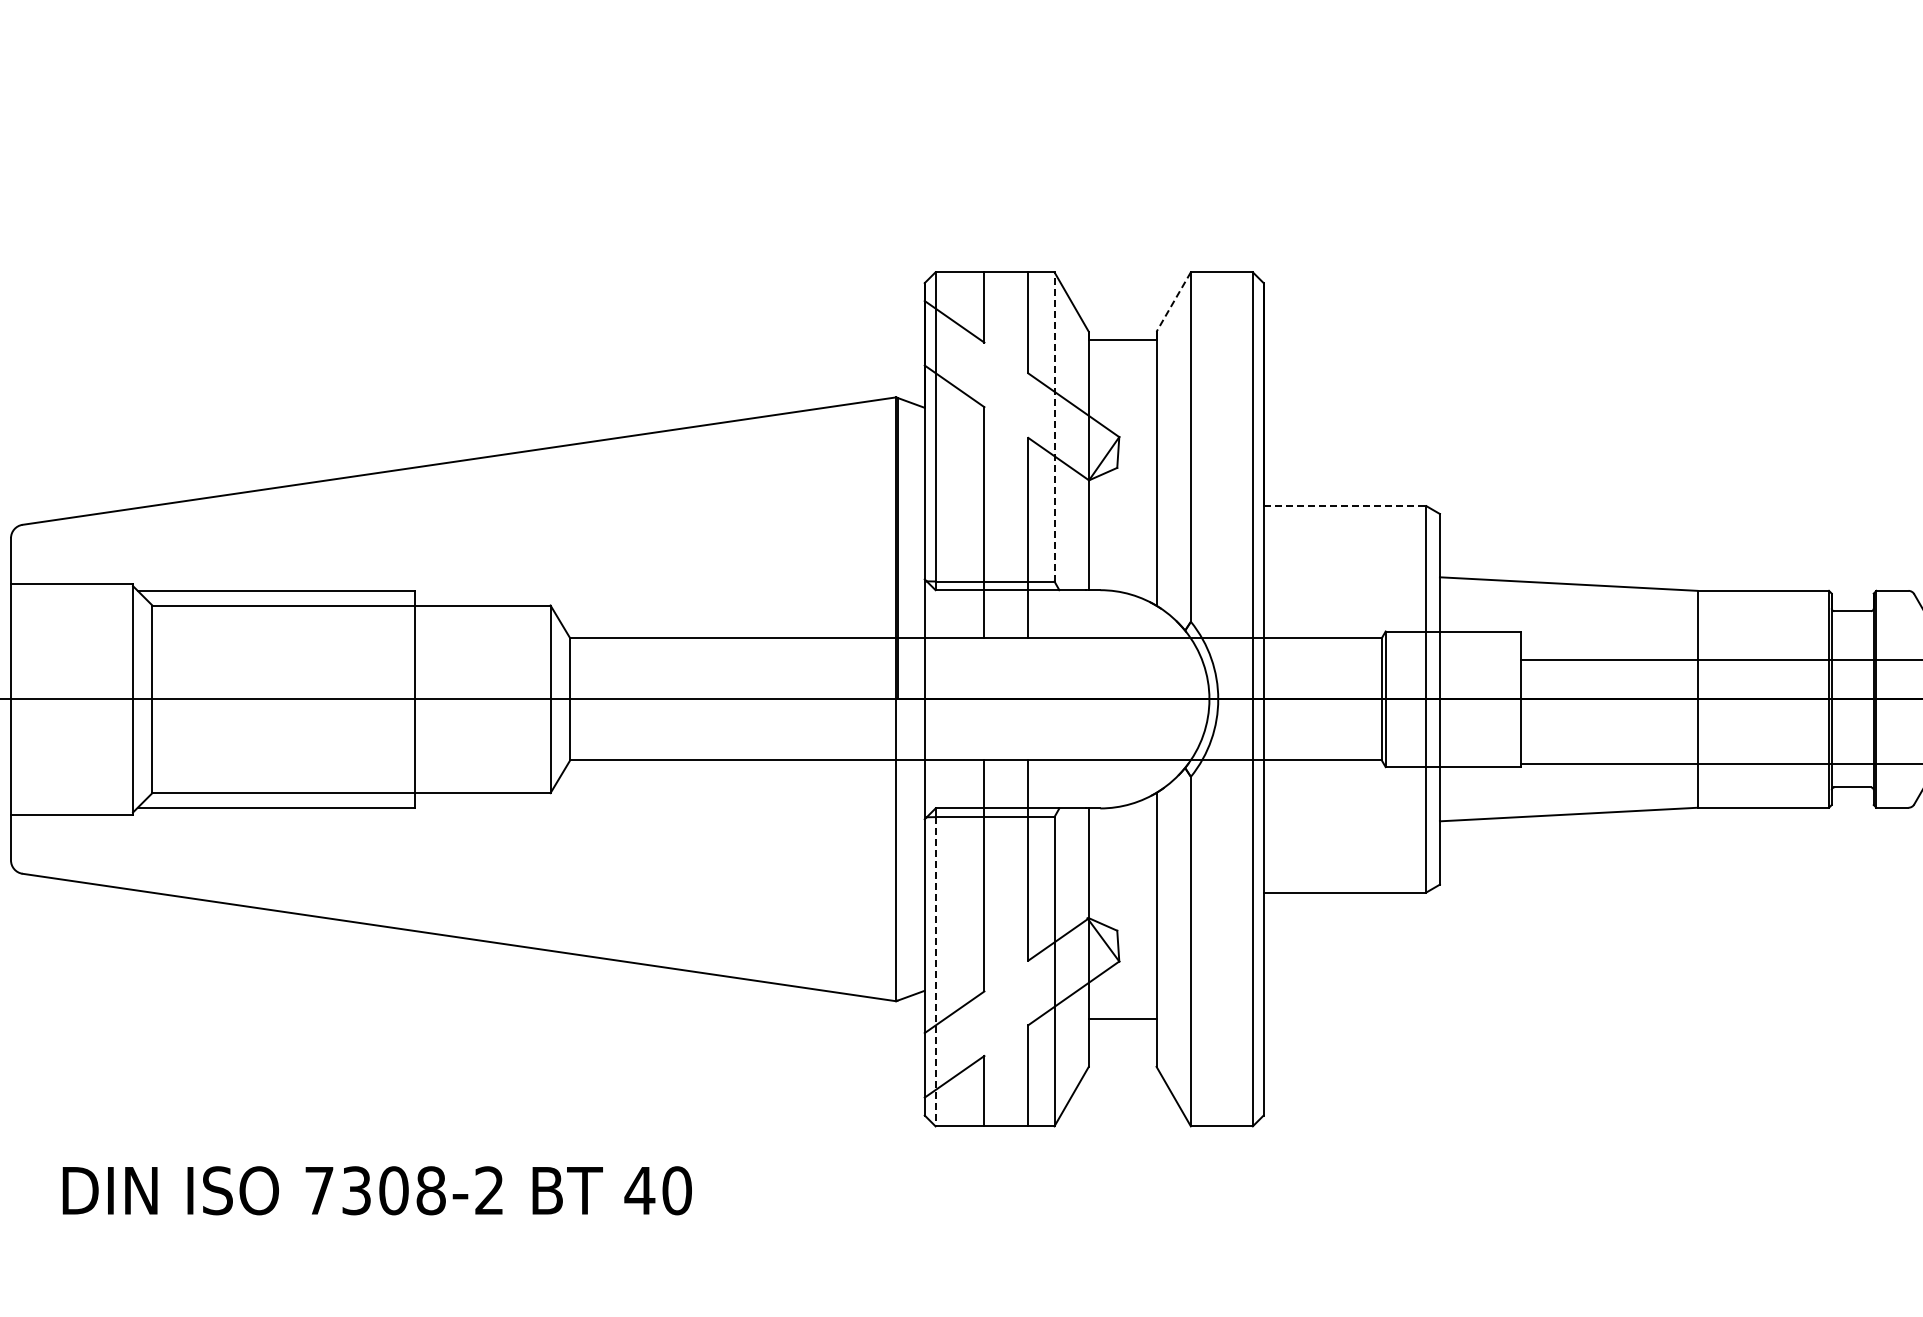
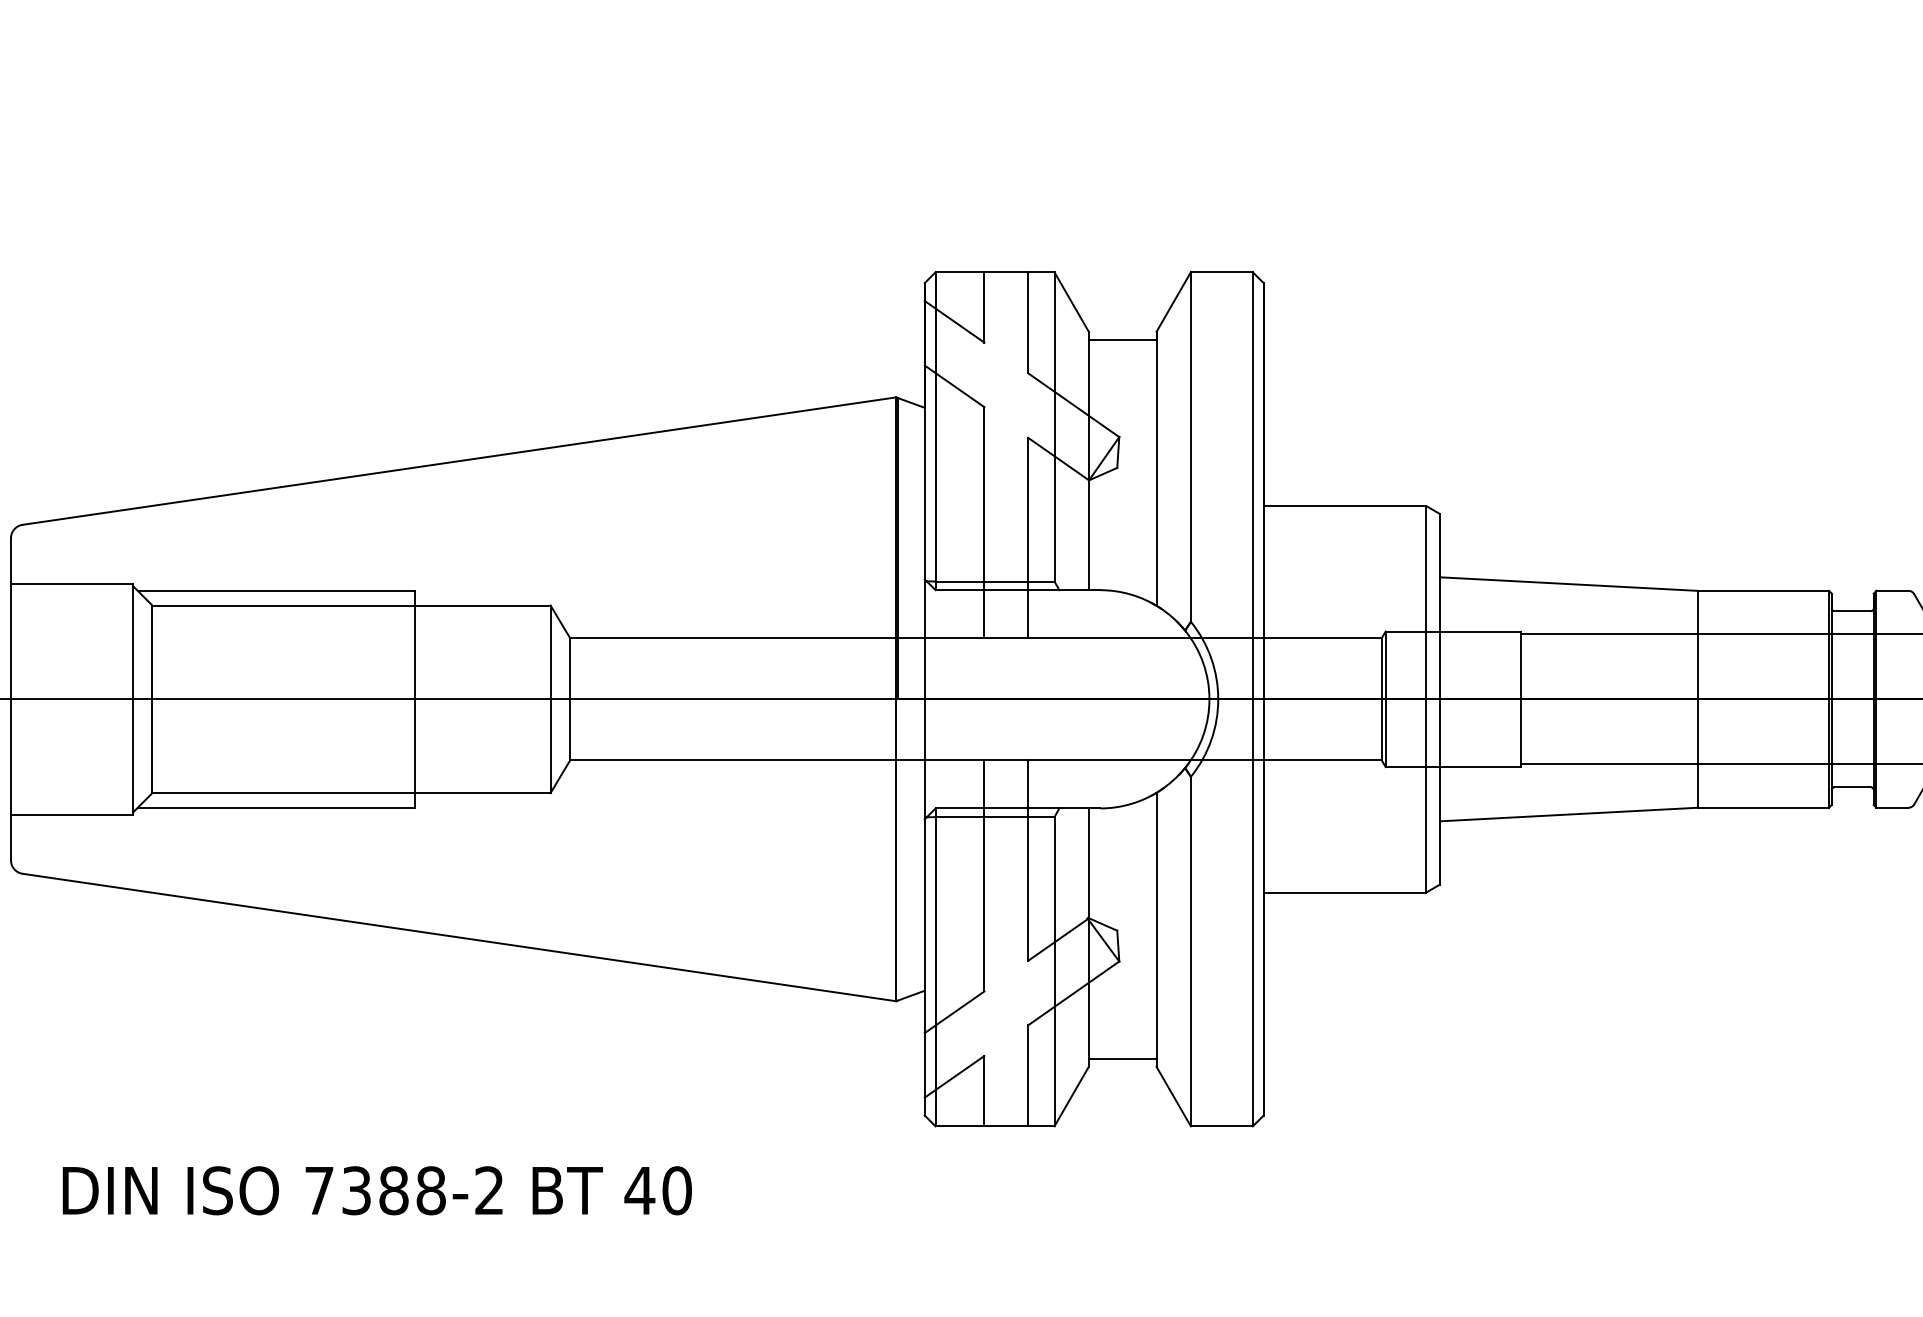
line at (1173, 302): dashed -> solid
line at (1054, 426): dashed -> solid
line at (1345, 506): dashed -> solid
line at (1720, 660) position: (1720, 660) -> (1720, 634)
line at (935, 971): dashed -> solid
line at (1122, 1018) position: (1122, 1018) -> (1122, 1058)
text at (393, 1190): 7308-2 -> 7388-2
